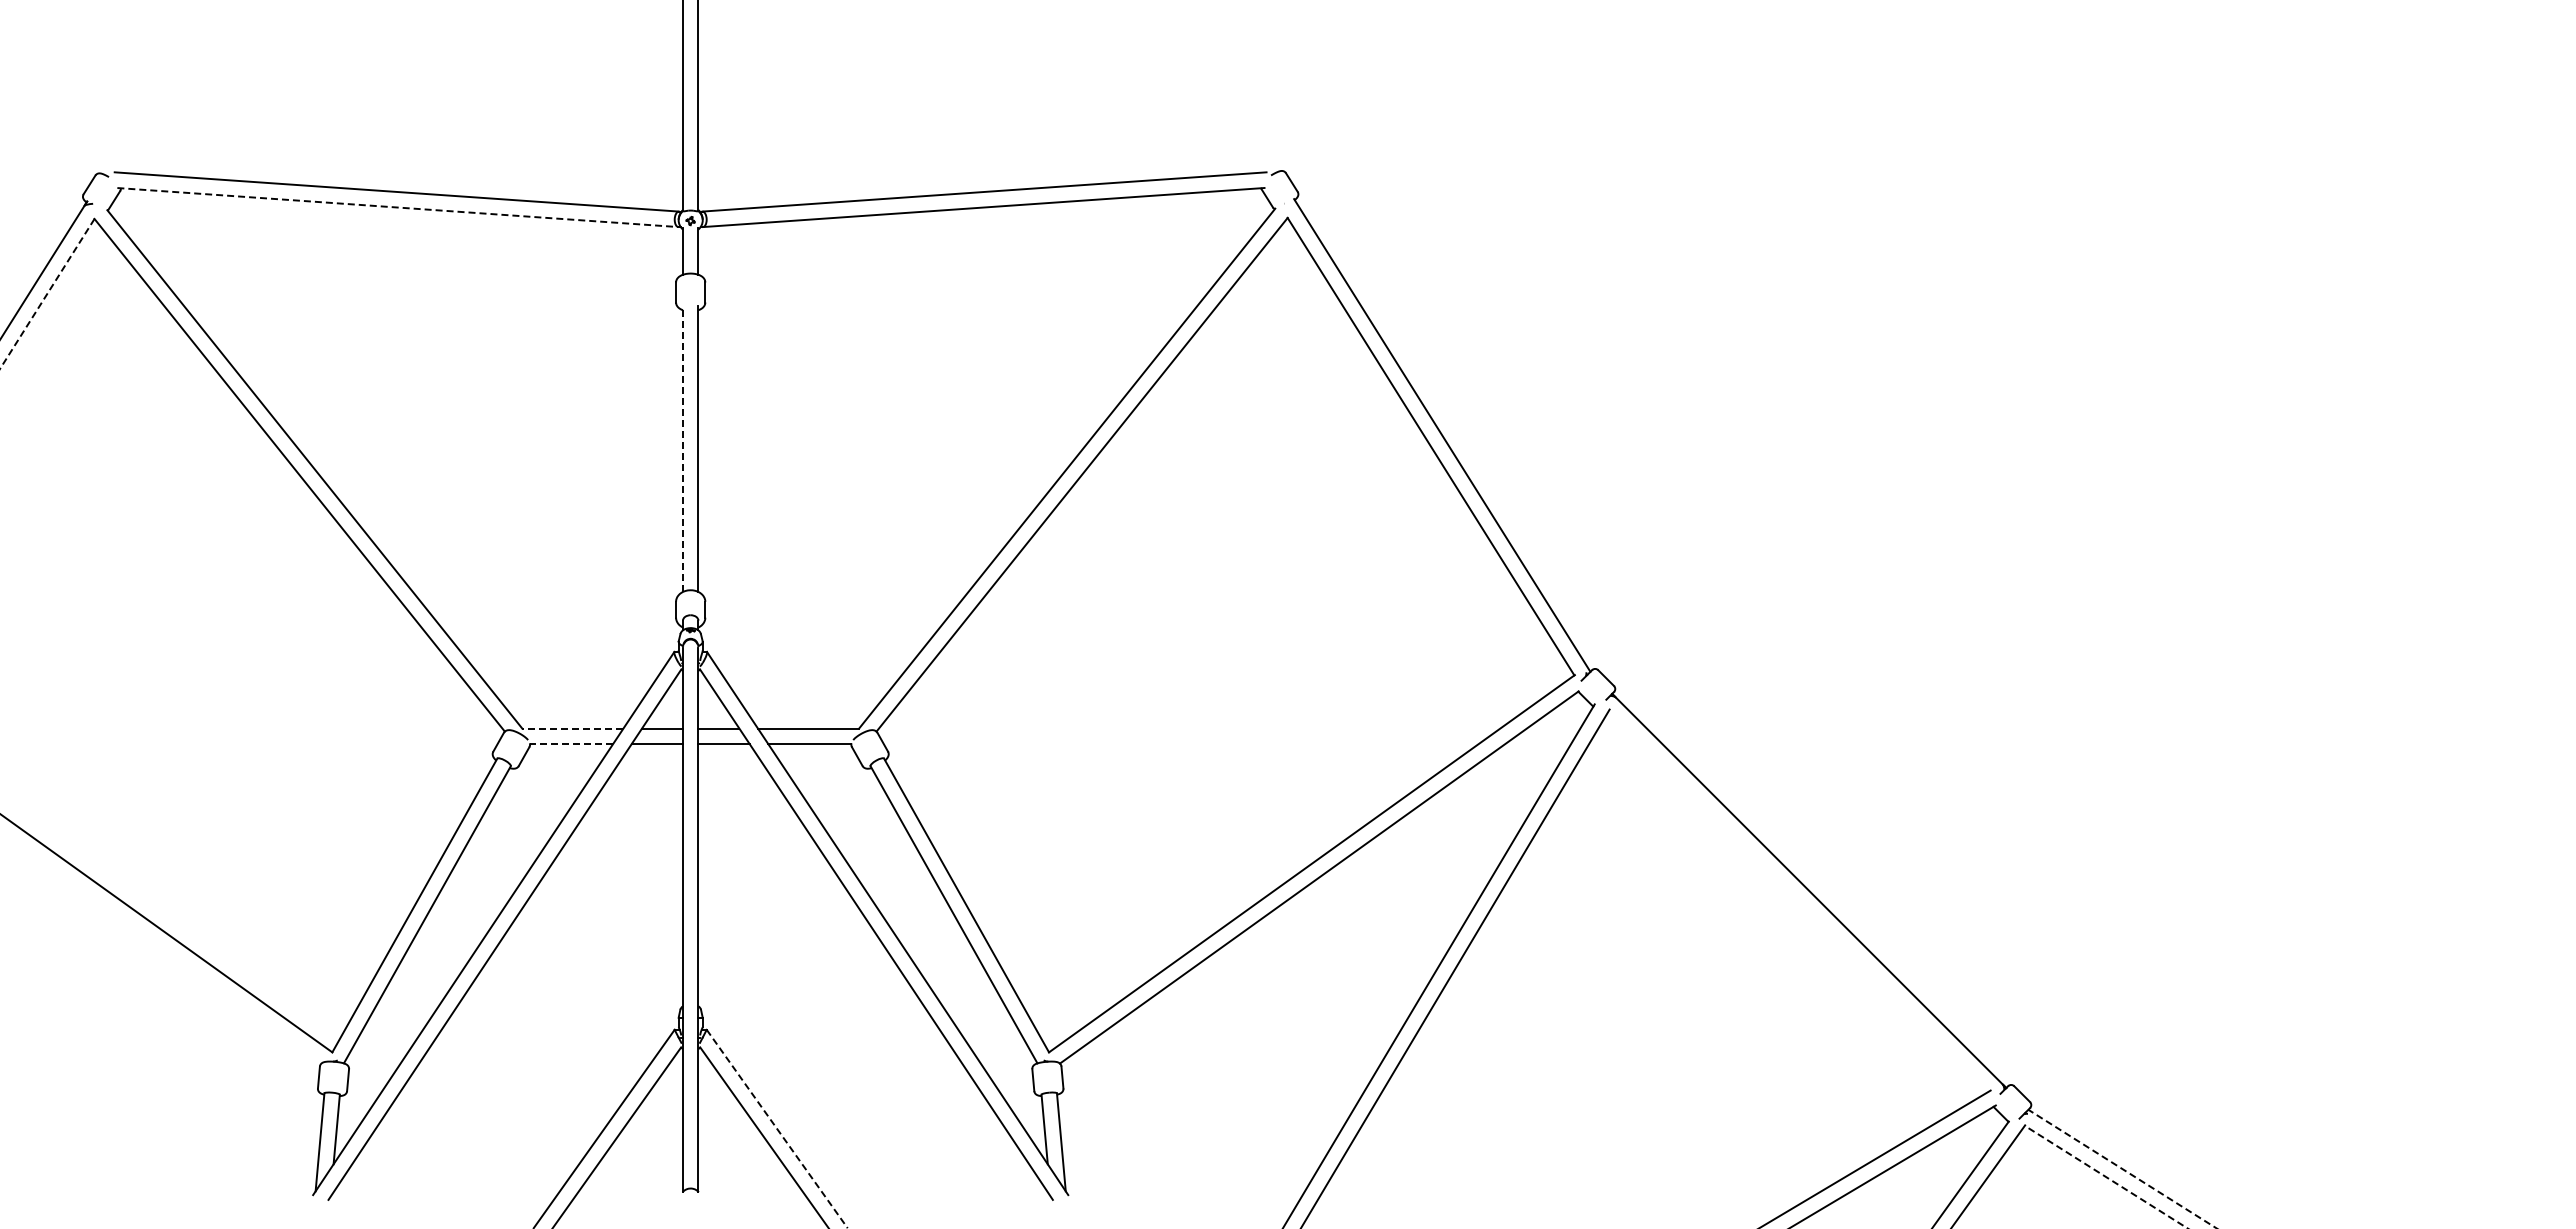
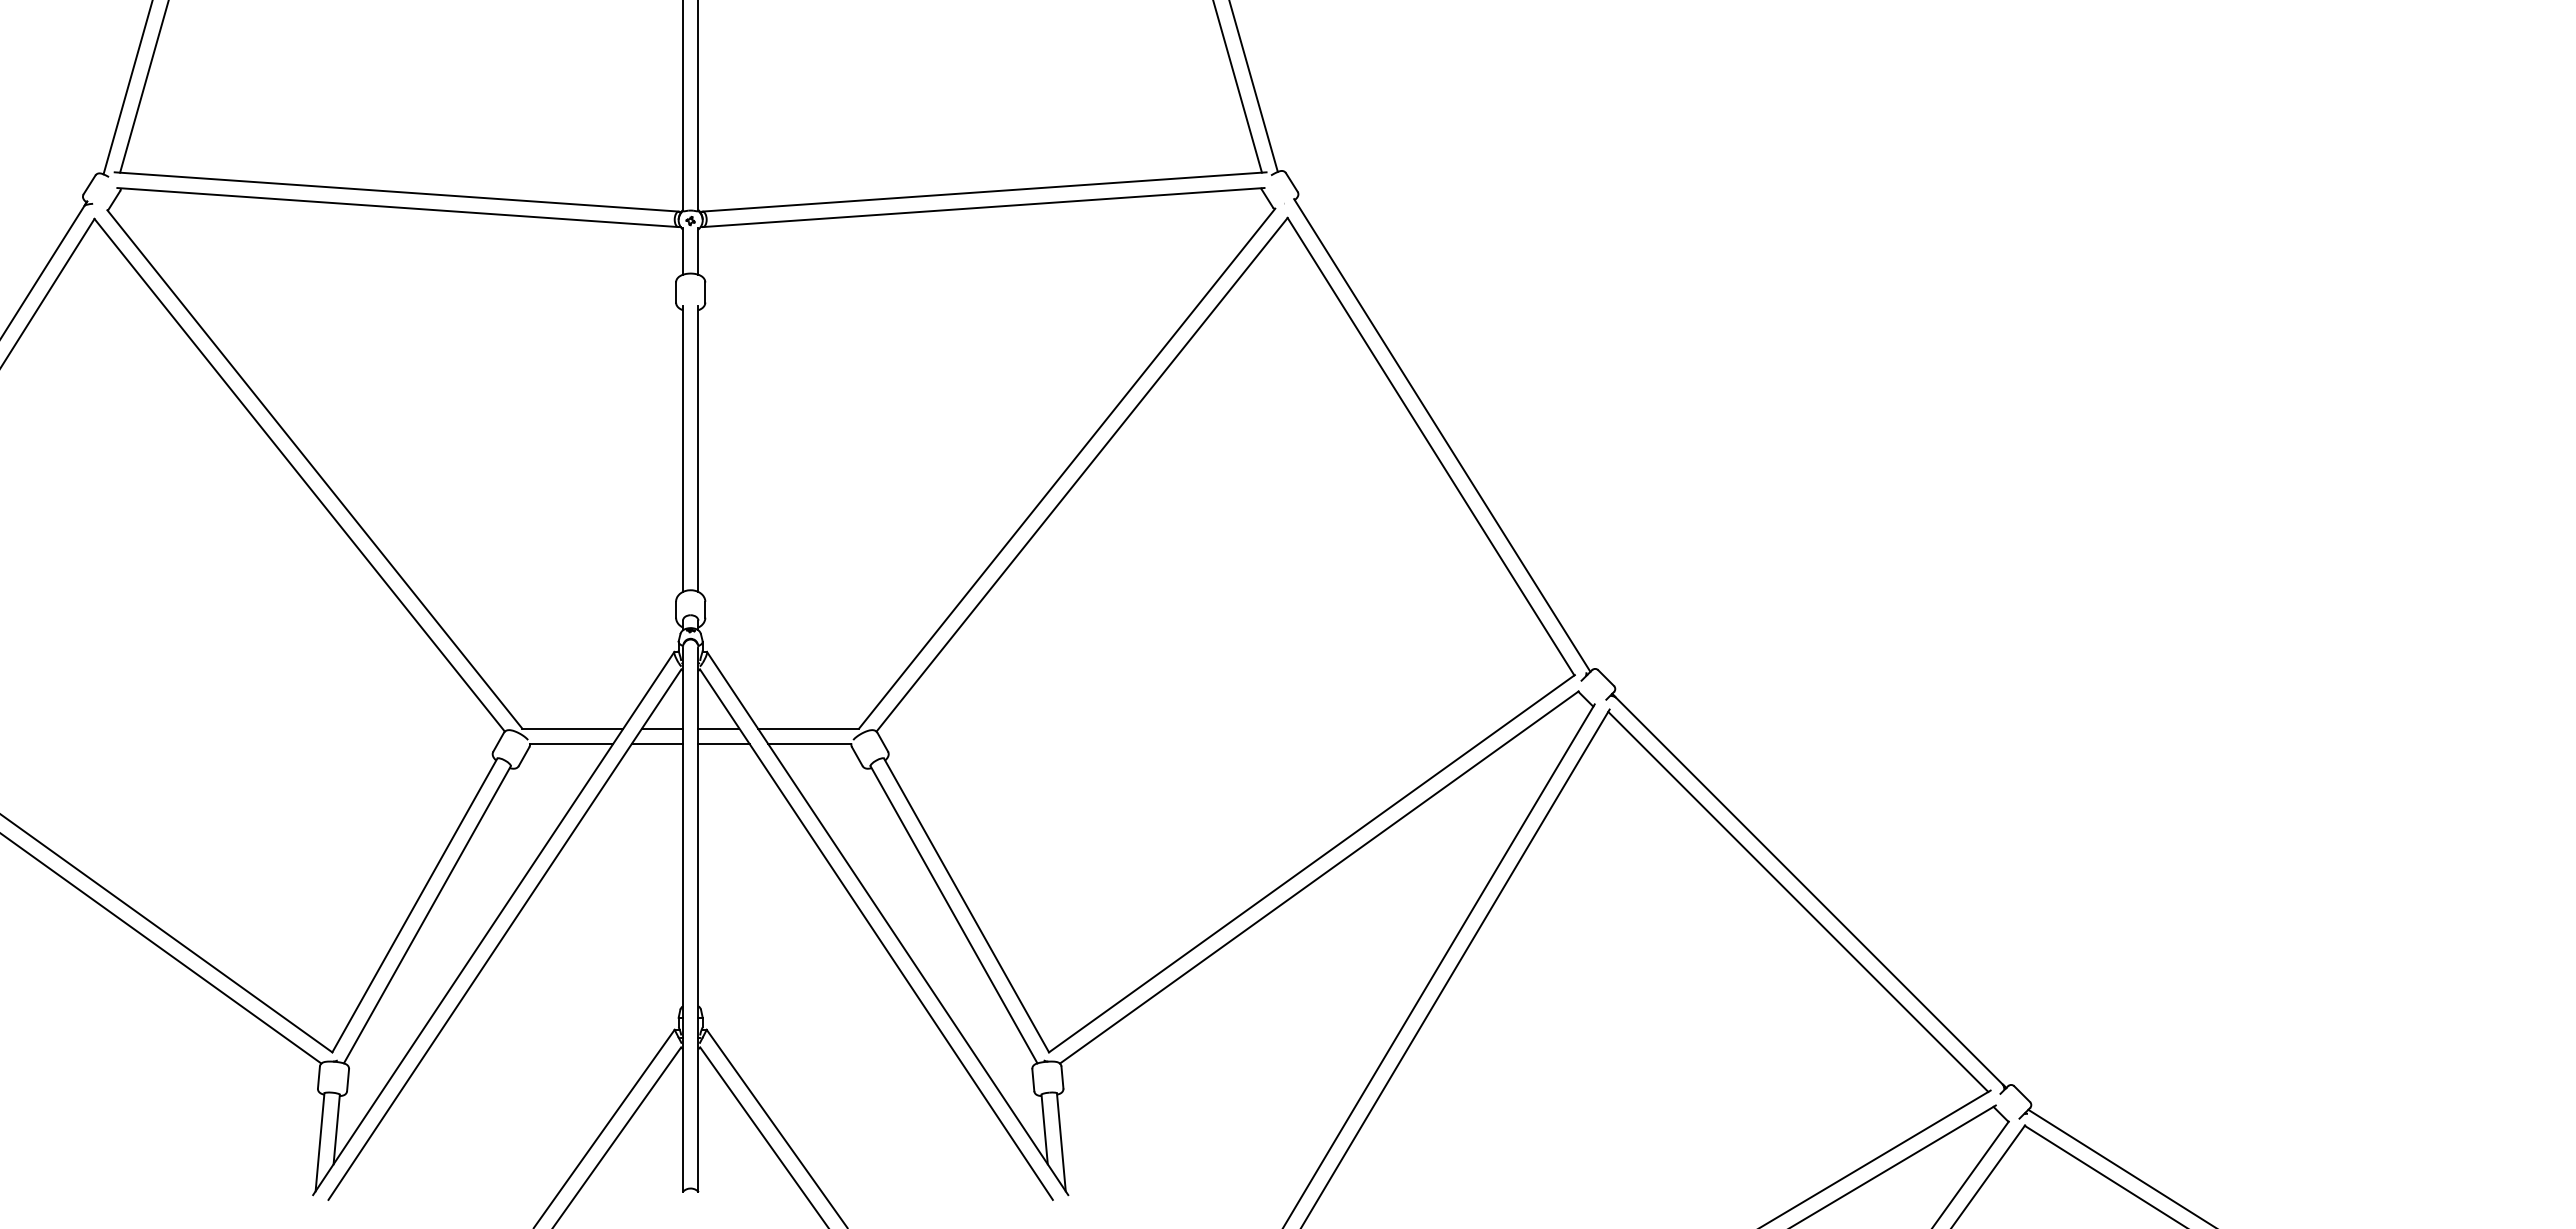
line at (1253, 86): none -> present
line at (144, 87): none -> present
line at (1237, 87): none -> present
line at (127, 88): none -> present
line at (398, 207): dashed -> solid
line at (47, 294): dashed -> solid
line at (682, 449): dashed -> solid
line at (572, 728): dashed -> solid
line at (571, 744): dashed -> solid
line at (1798, 901): none -> present
line at (161, 948): none -> present
line at (777, 1129): dashed -> solid
line at (2122, 1168): dashed -> solid
line at (2105, 1176): dashed -> solid
